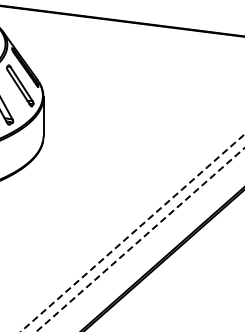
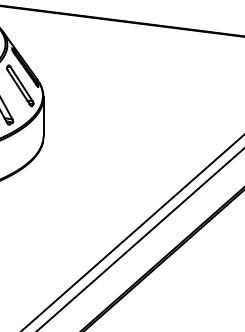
line at (132, 232): dashed -> solid
line at (140, 239): dashed -> solid
